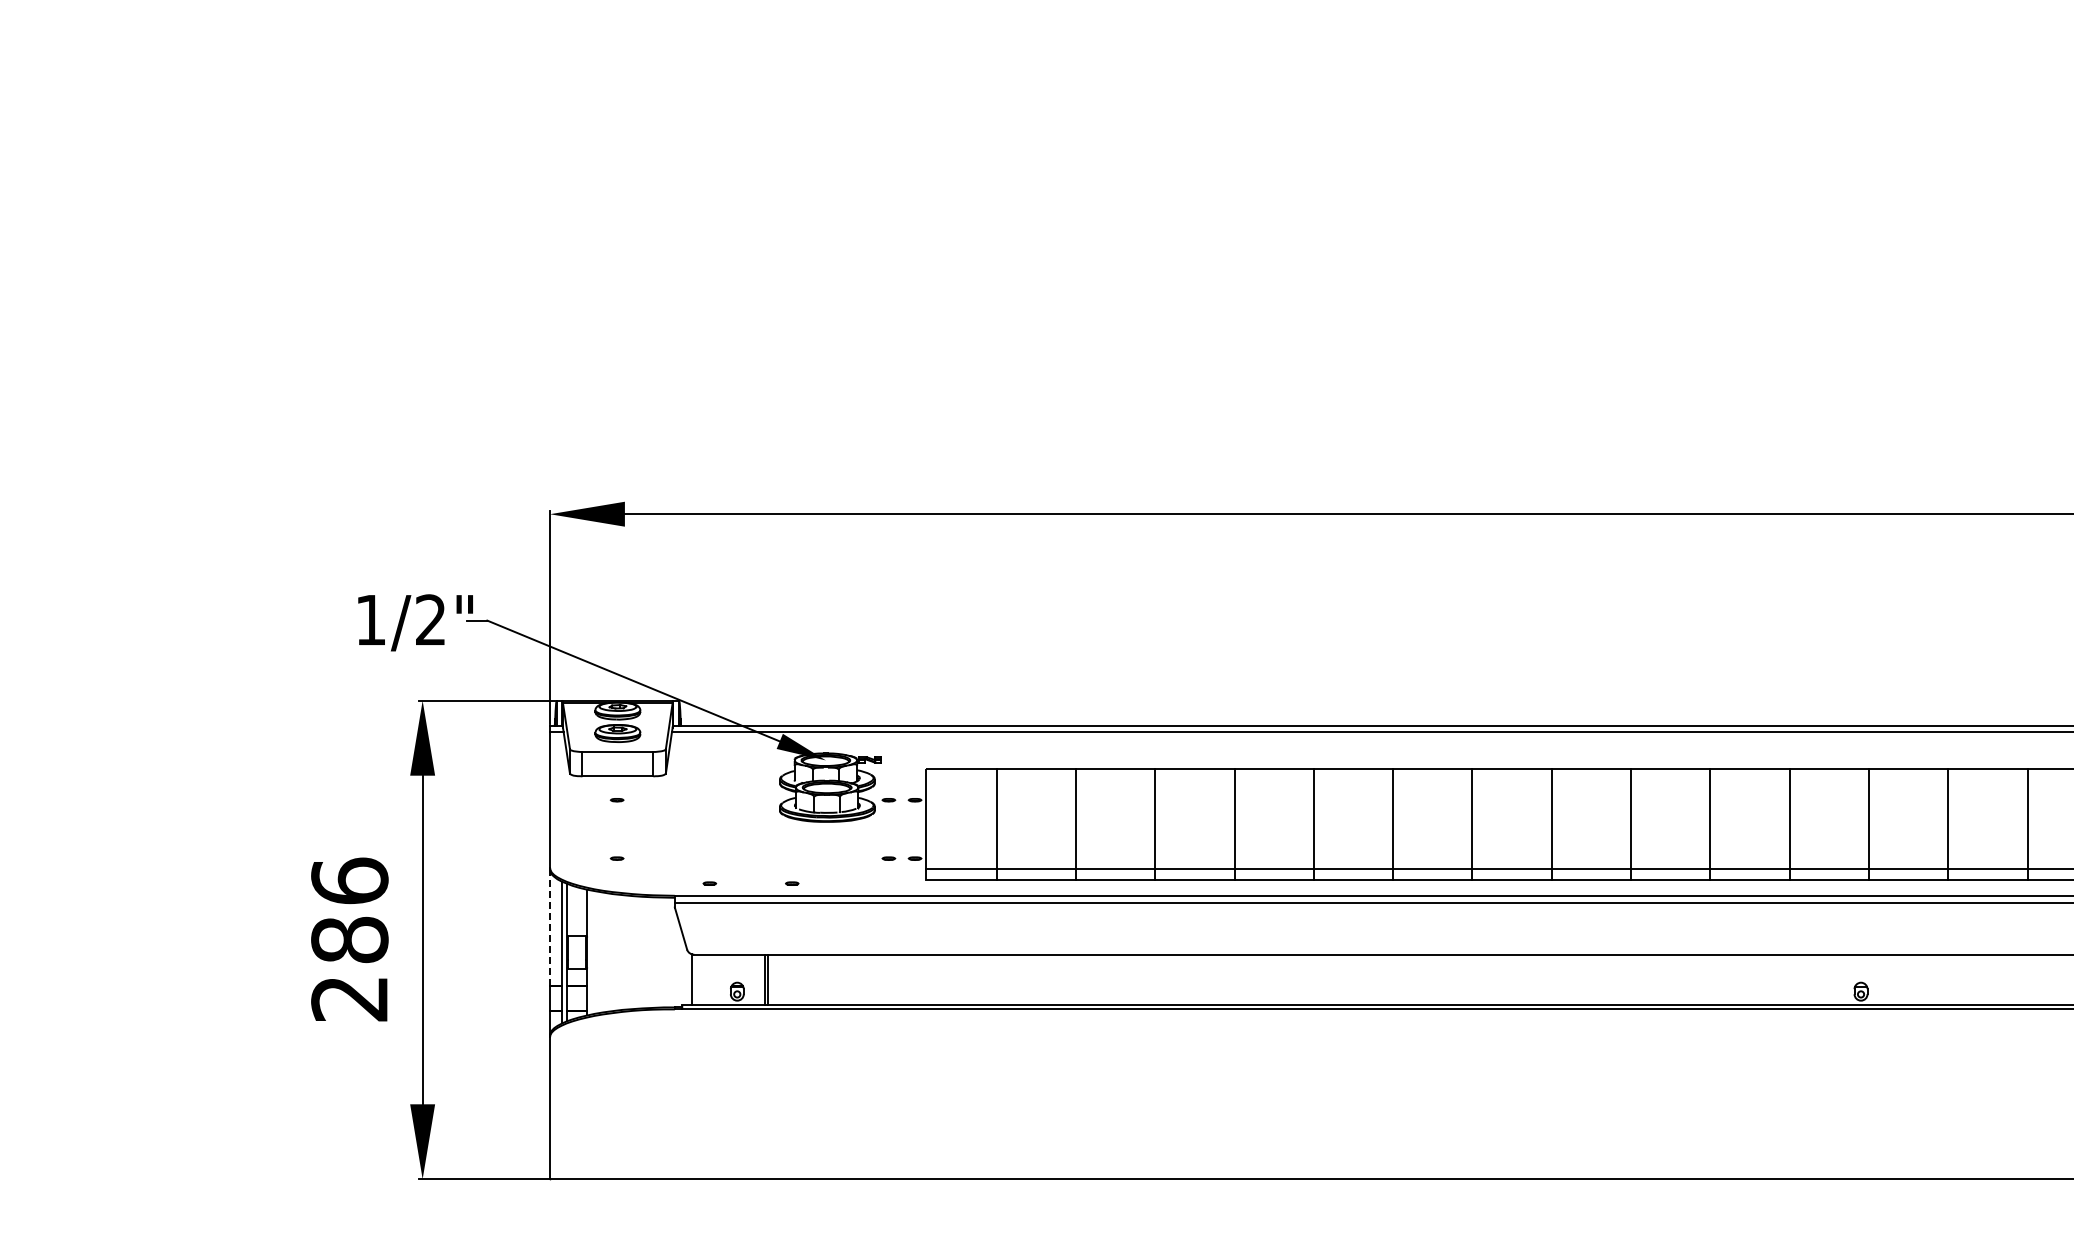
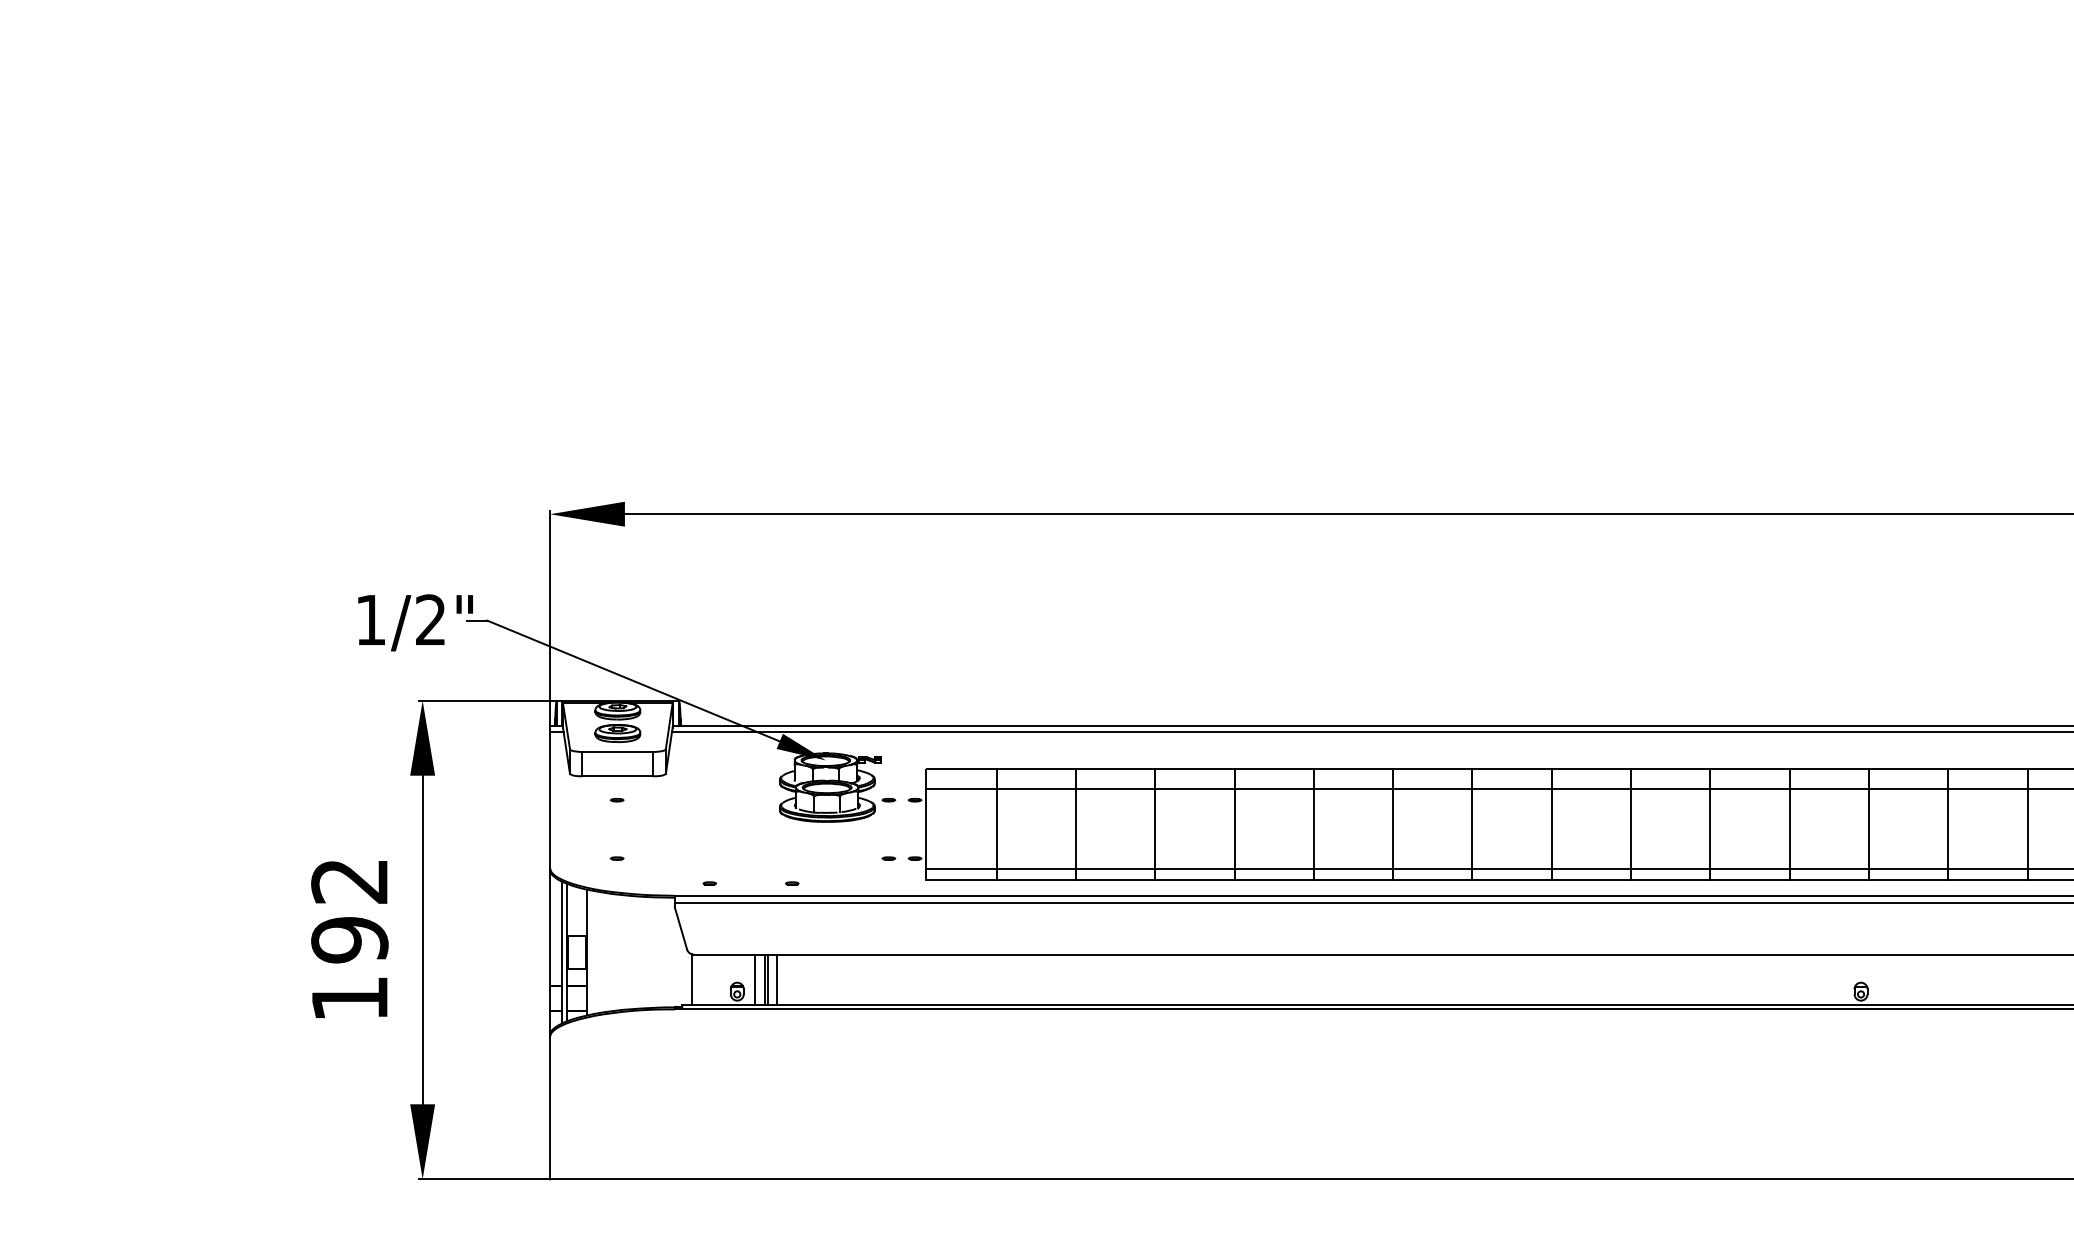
line at (1497, 789): none -> present
line at (550, 927): dashed -> solid
text at (349, 939): 286 -> 192
line at (754, 979): none -> present
line at (777, 979): none -> present
